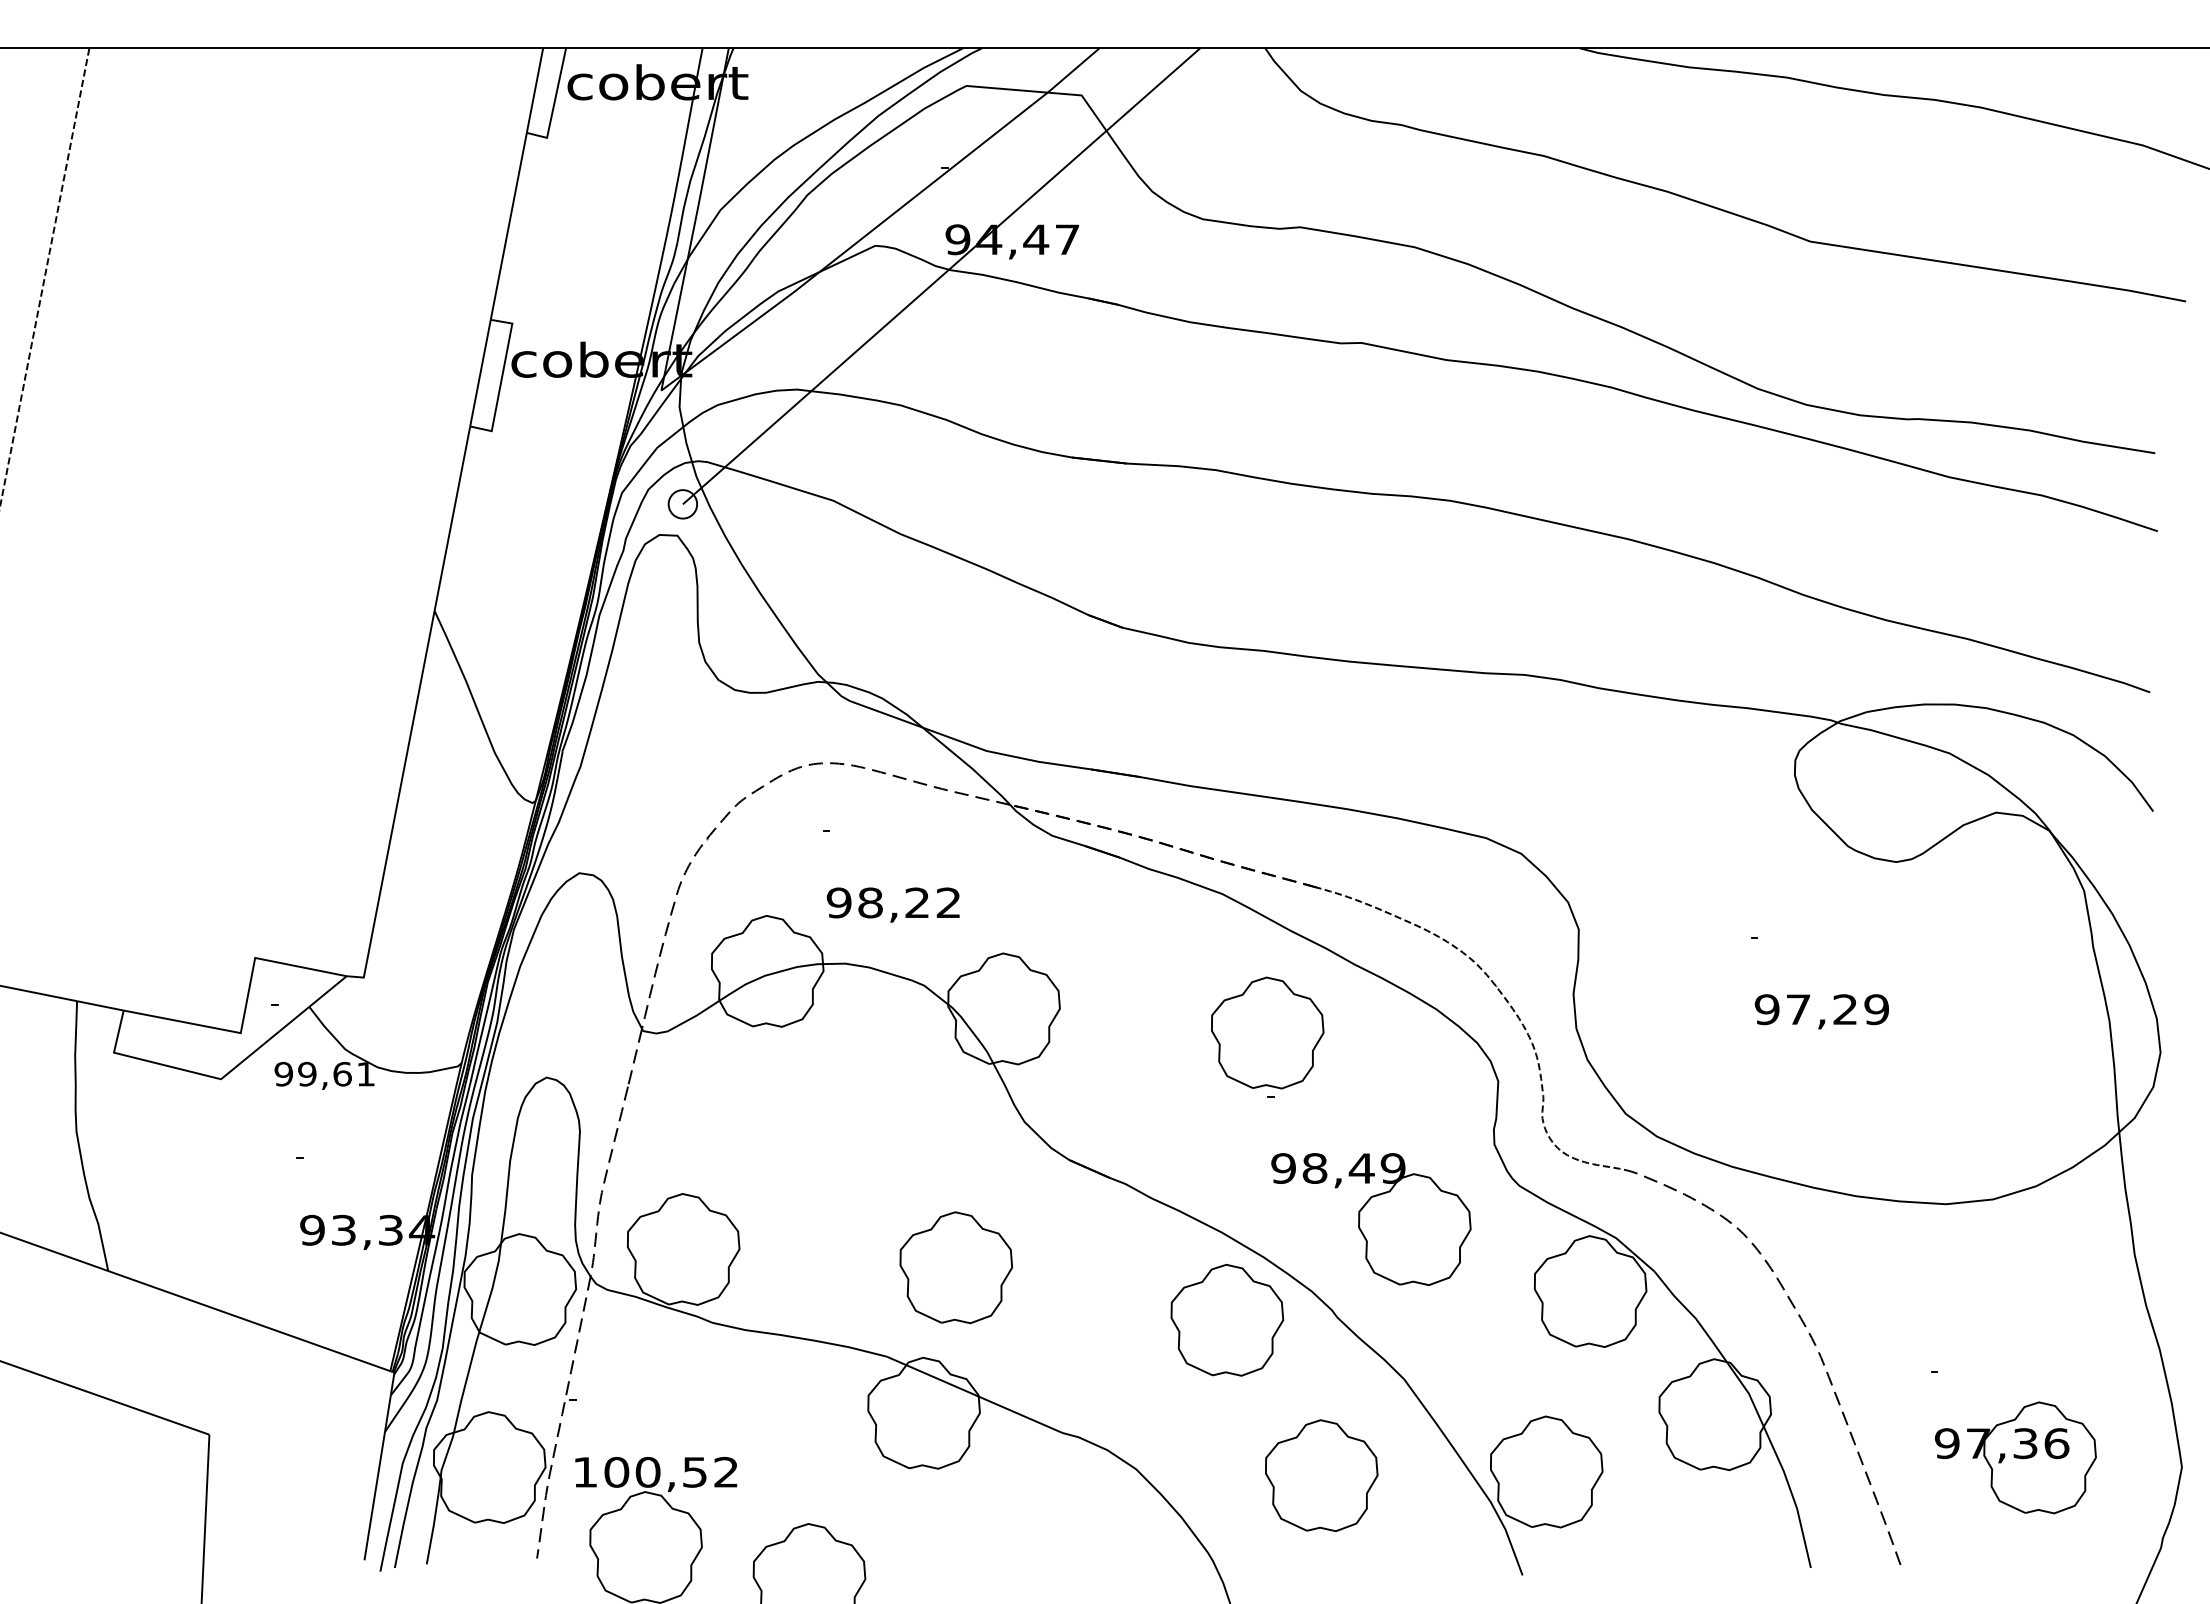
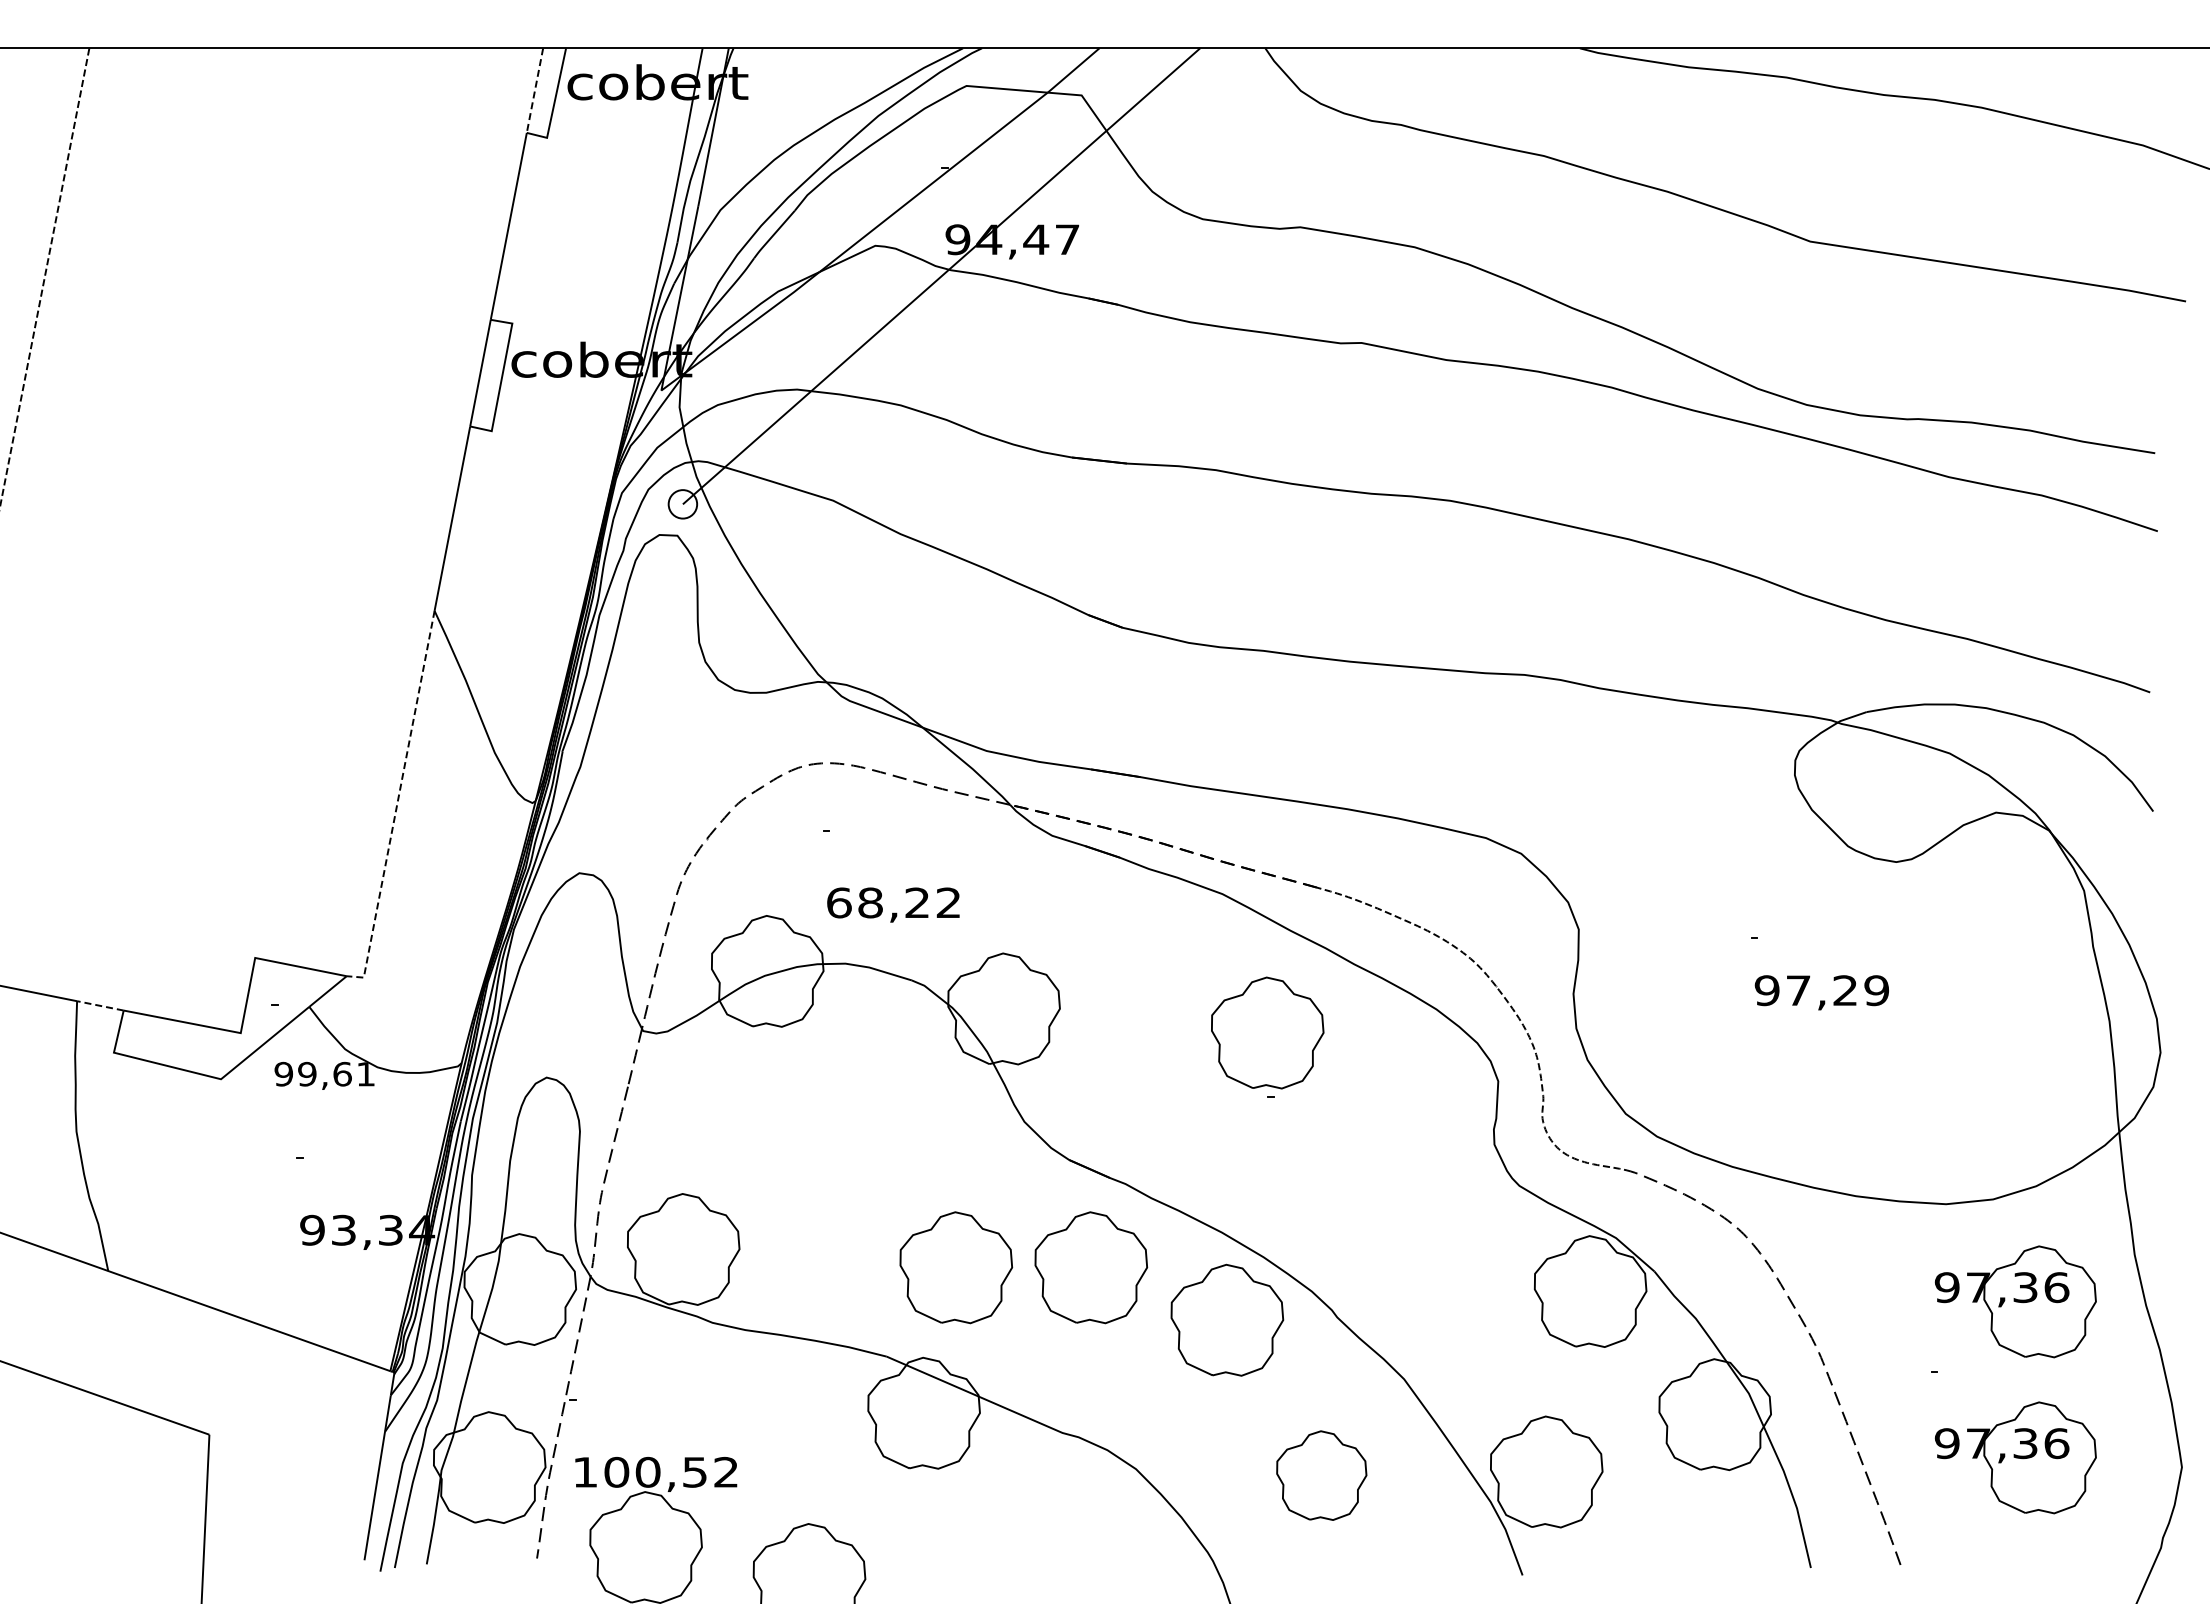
line at (535, 90): solid -> dashed
line at (397, 804): solid -> dashed
text at (838, 902): 98,22 -> 68,22
line at (100, 1005): solid -> dashed
text at (1821, 1011) position: (1821, 1011) -> (1821, 992)
part at (1371, 1219): present -> none
part at (1091, 1267): none -> present
part at (2015, 1301): none -> present
part at (1321, 1475) size: 114x113 px -> 92x91 px
